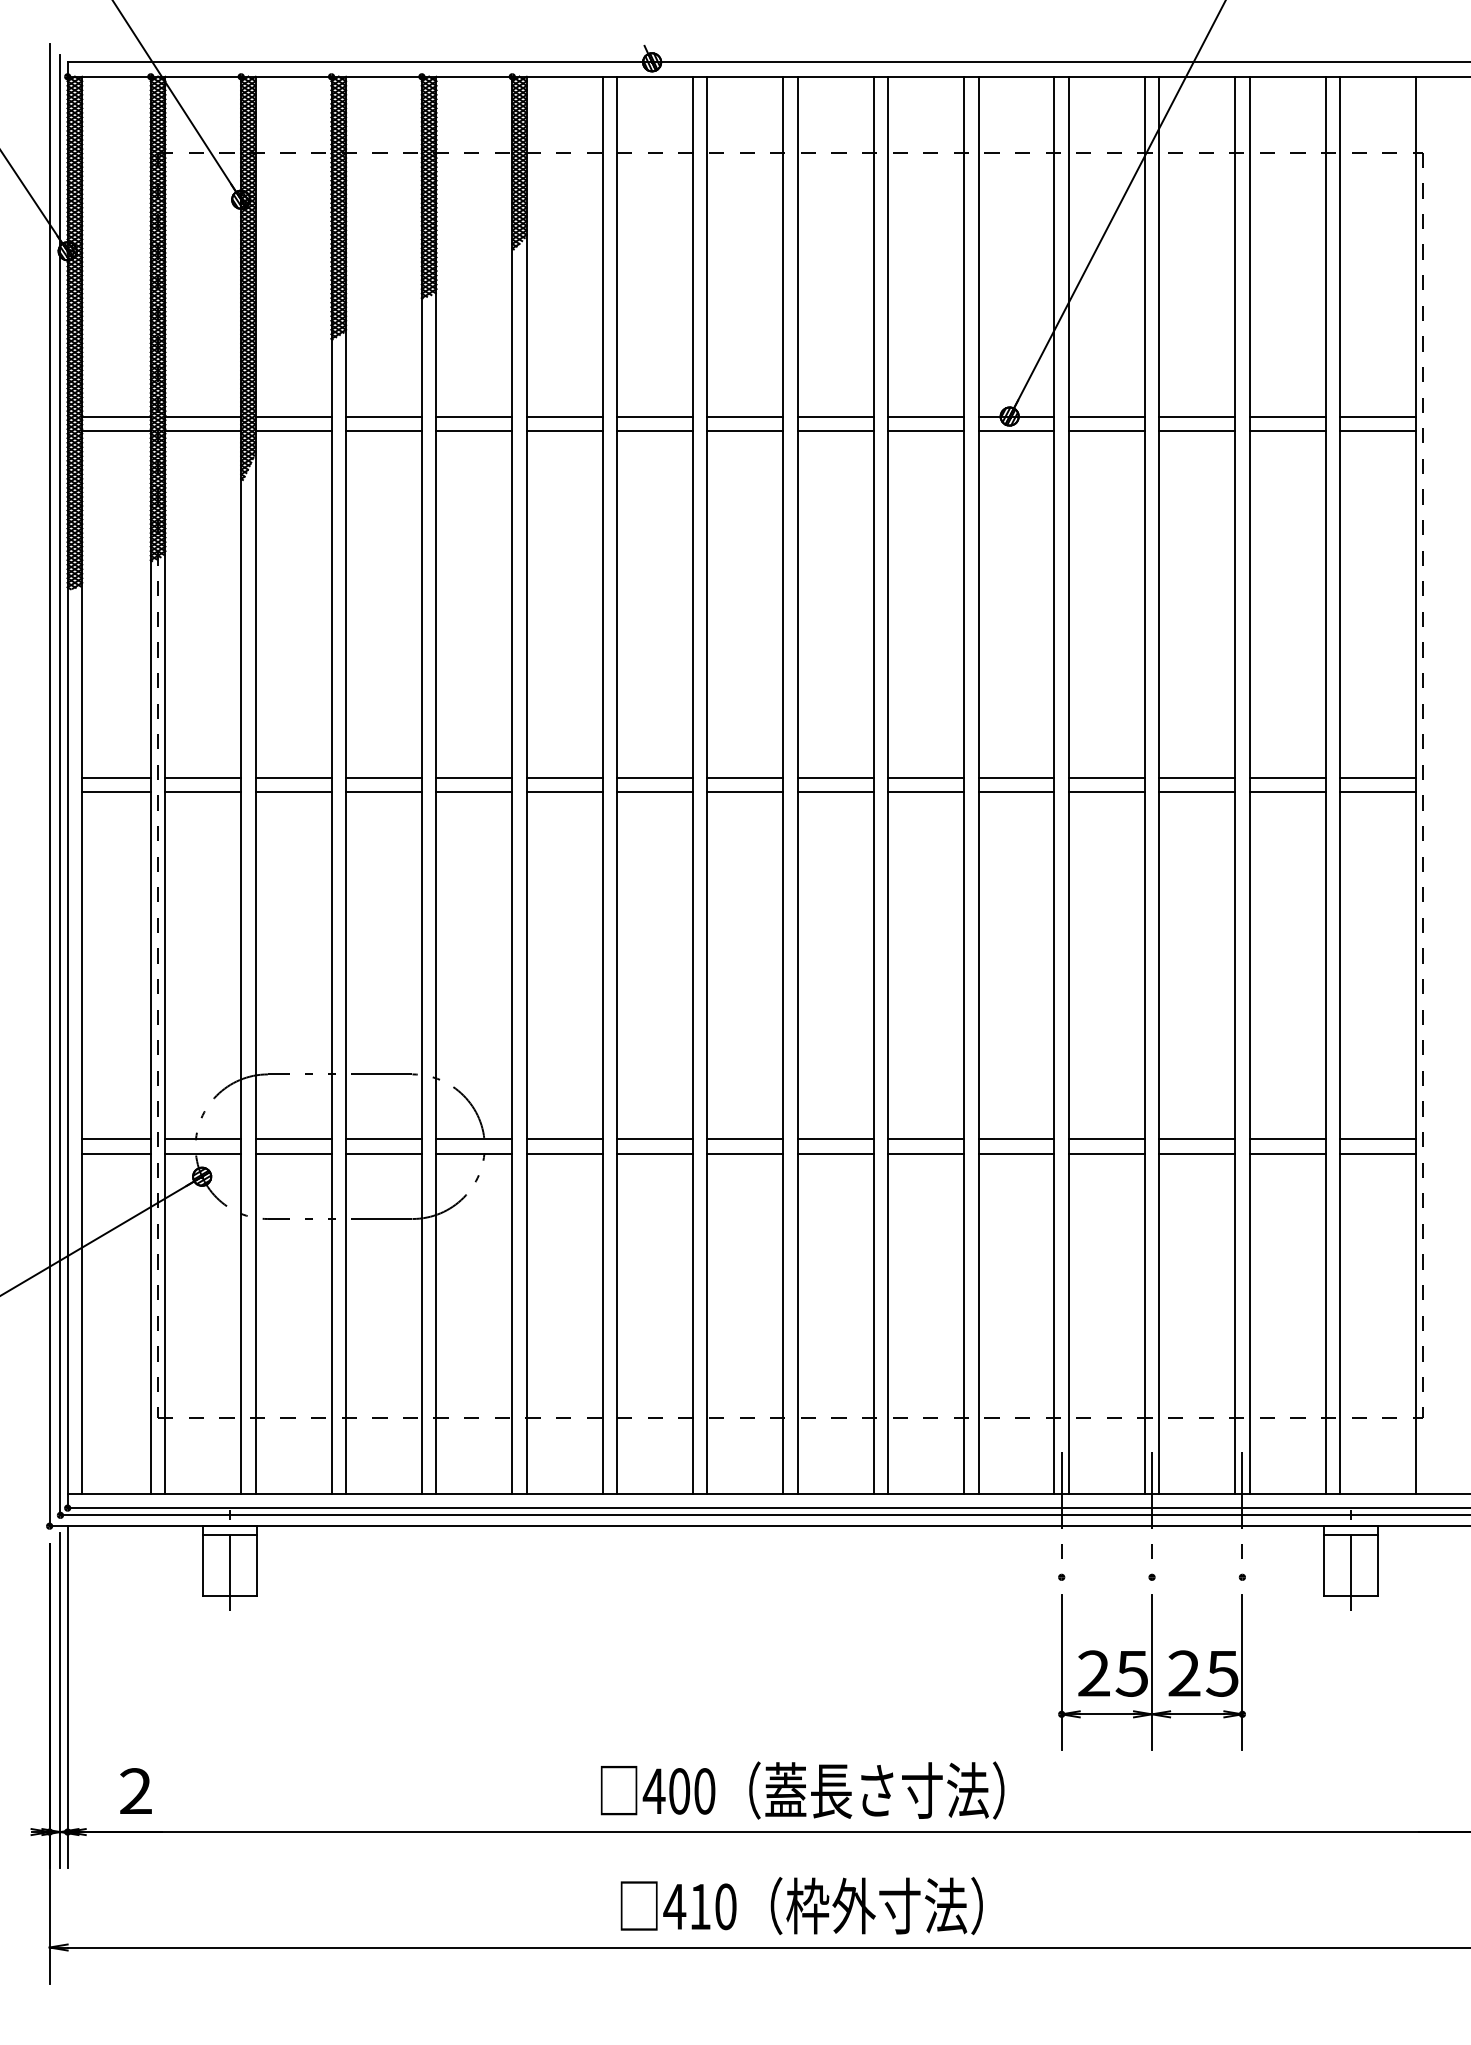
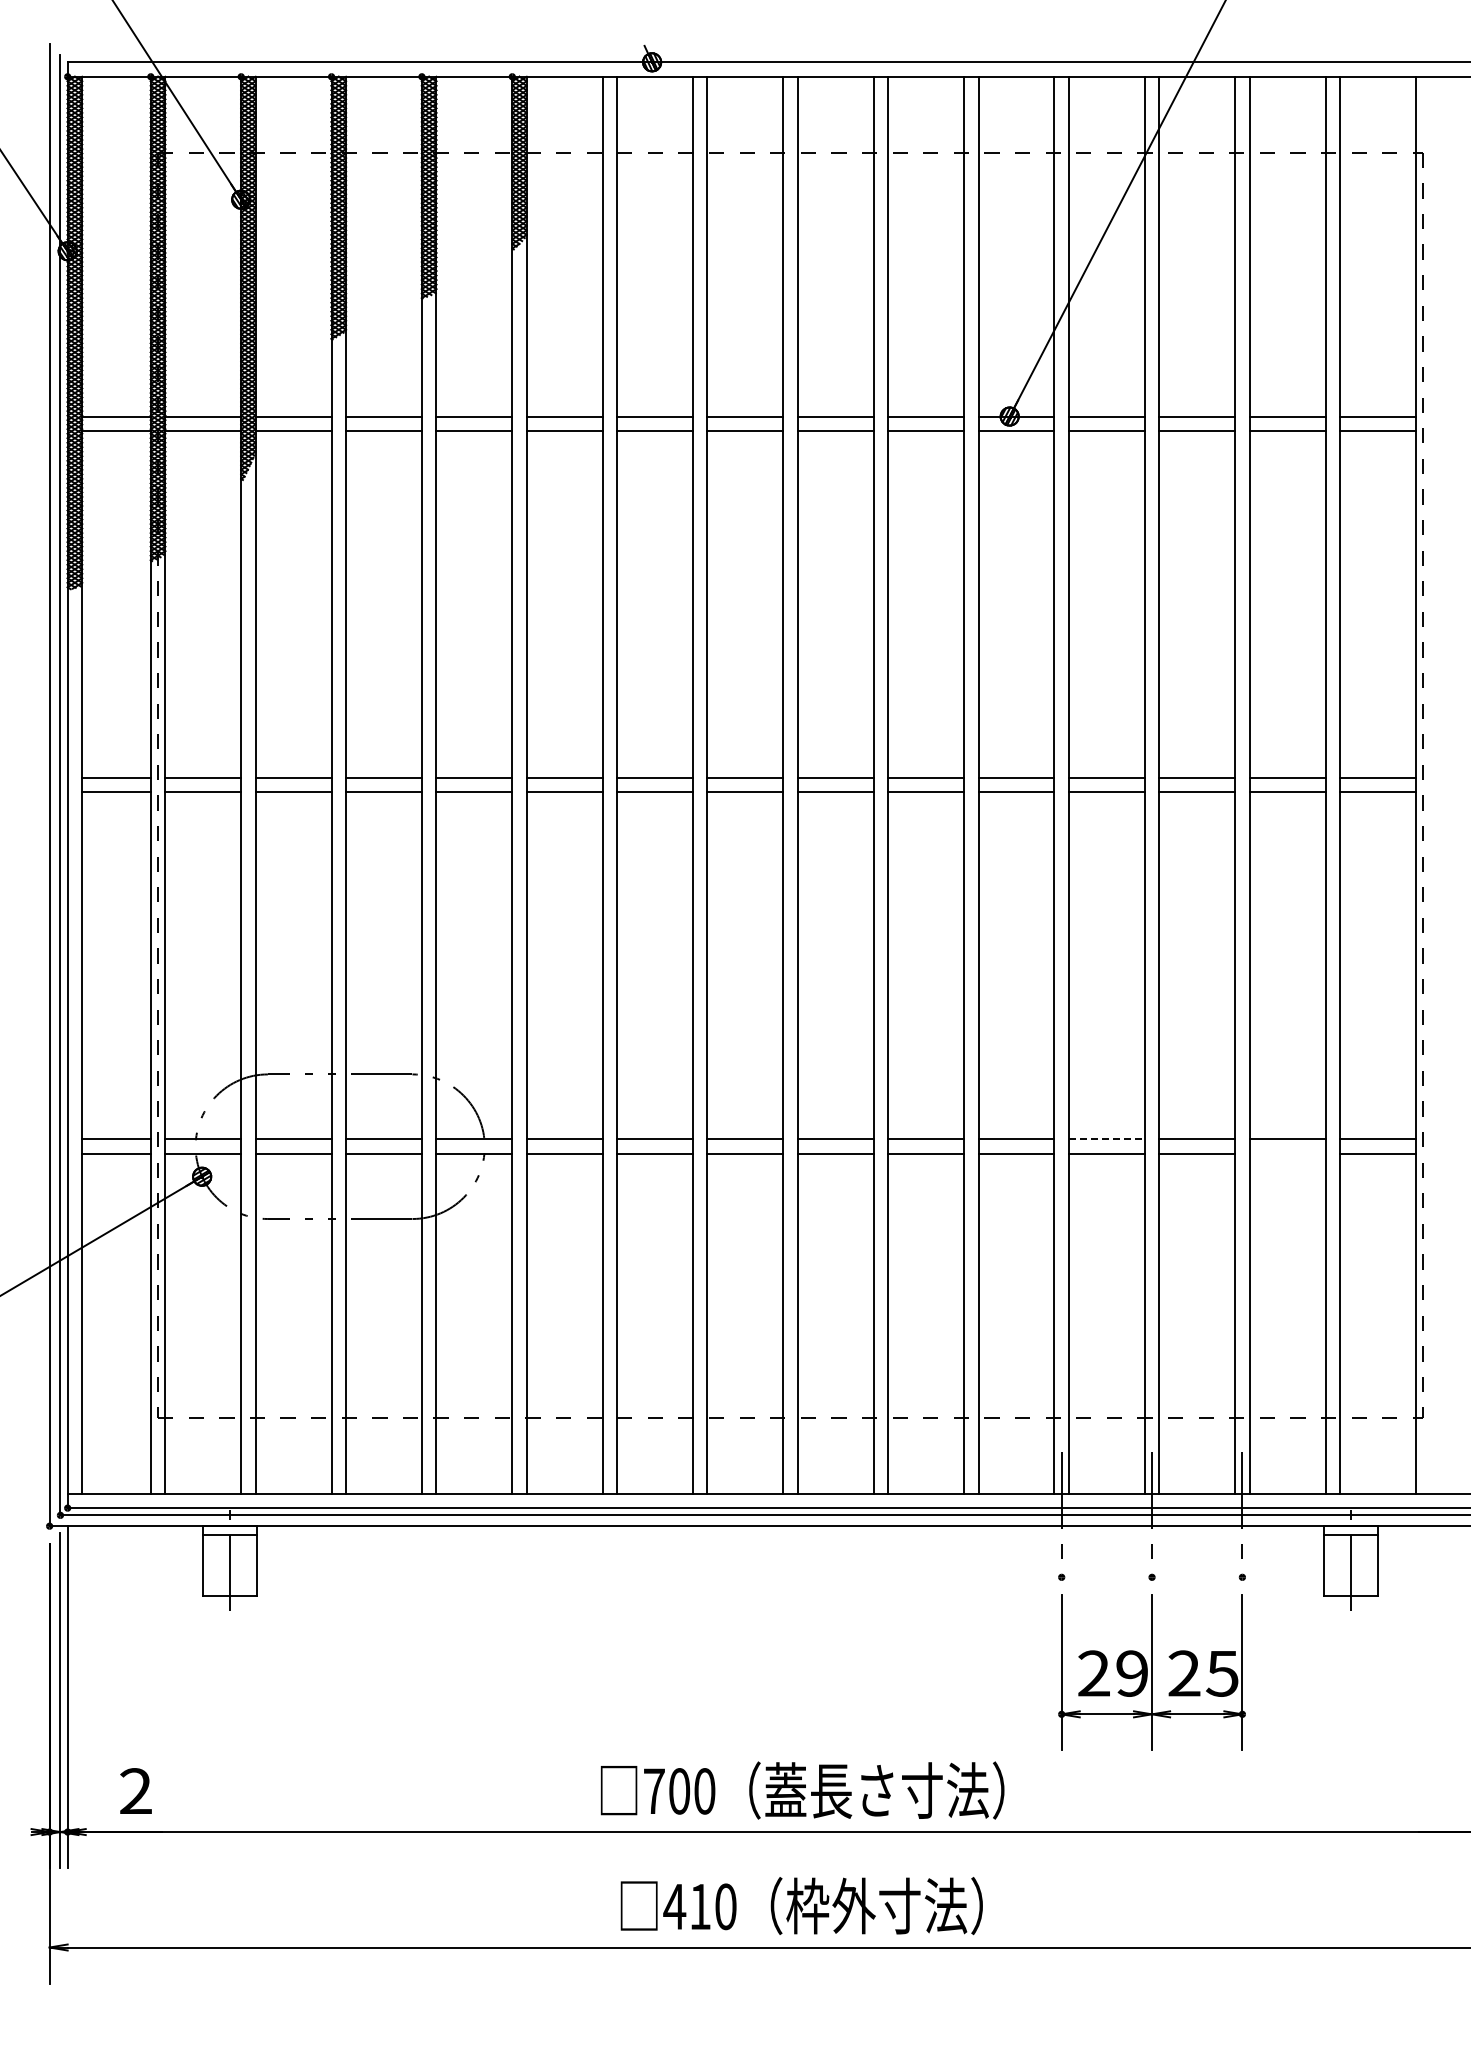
line at (1106, 1139): solid -> dashed
line at (1287, 1153): present -> none
text at (1131, 1673): 25 -> 29
text at (653, 1790): 400 -> 700
